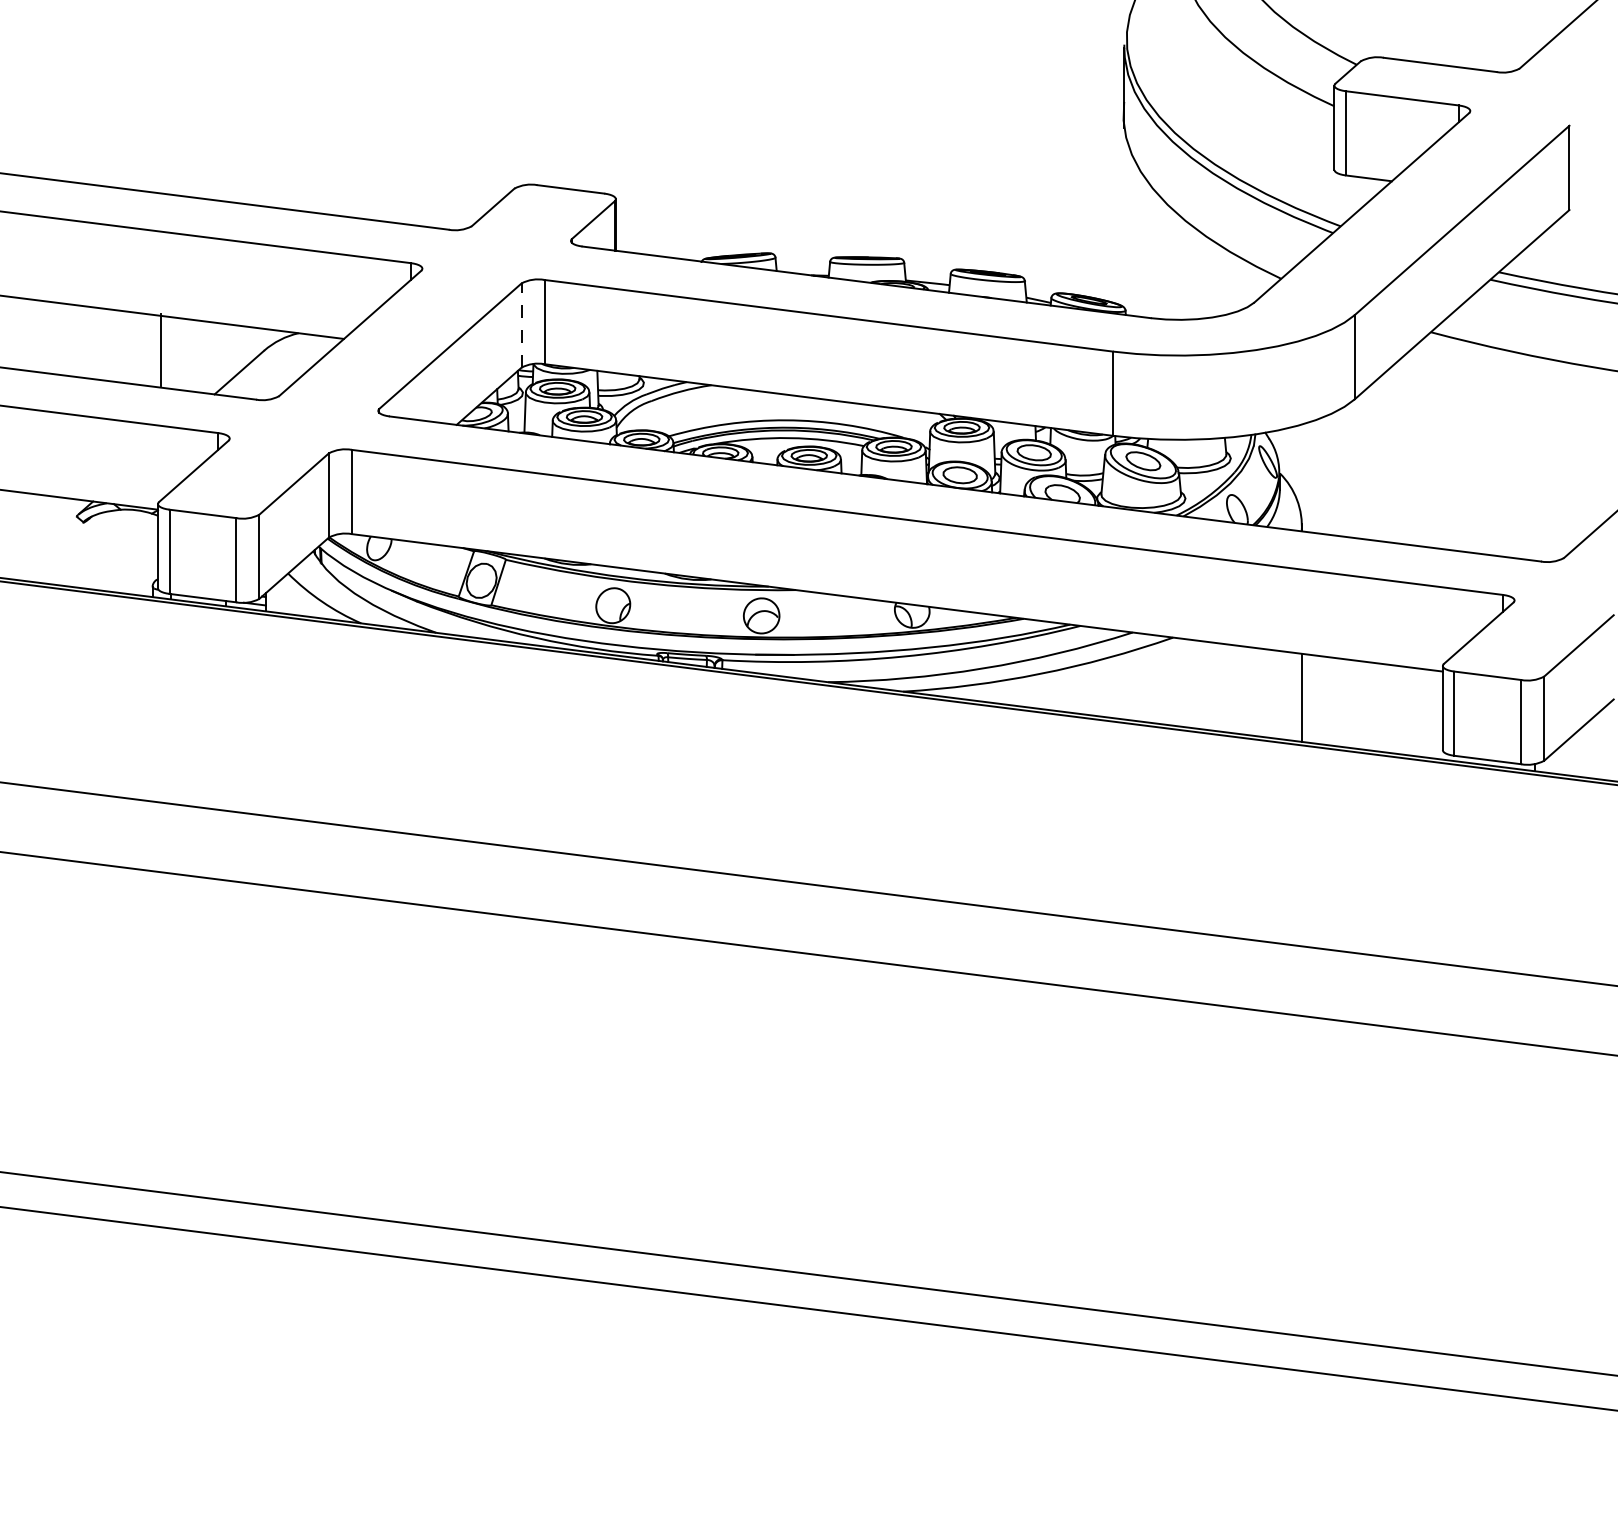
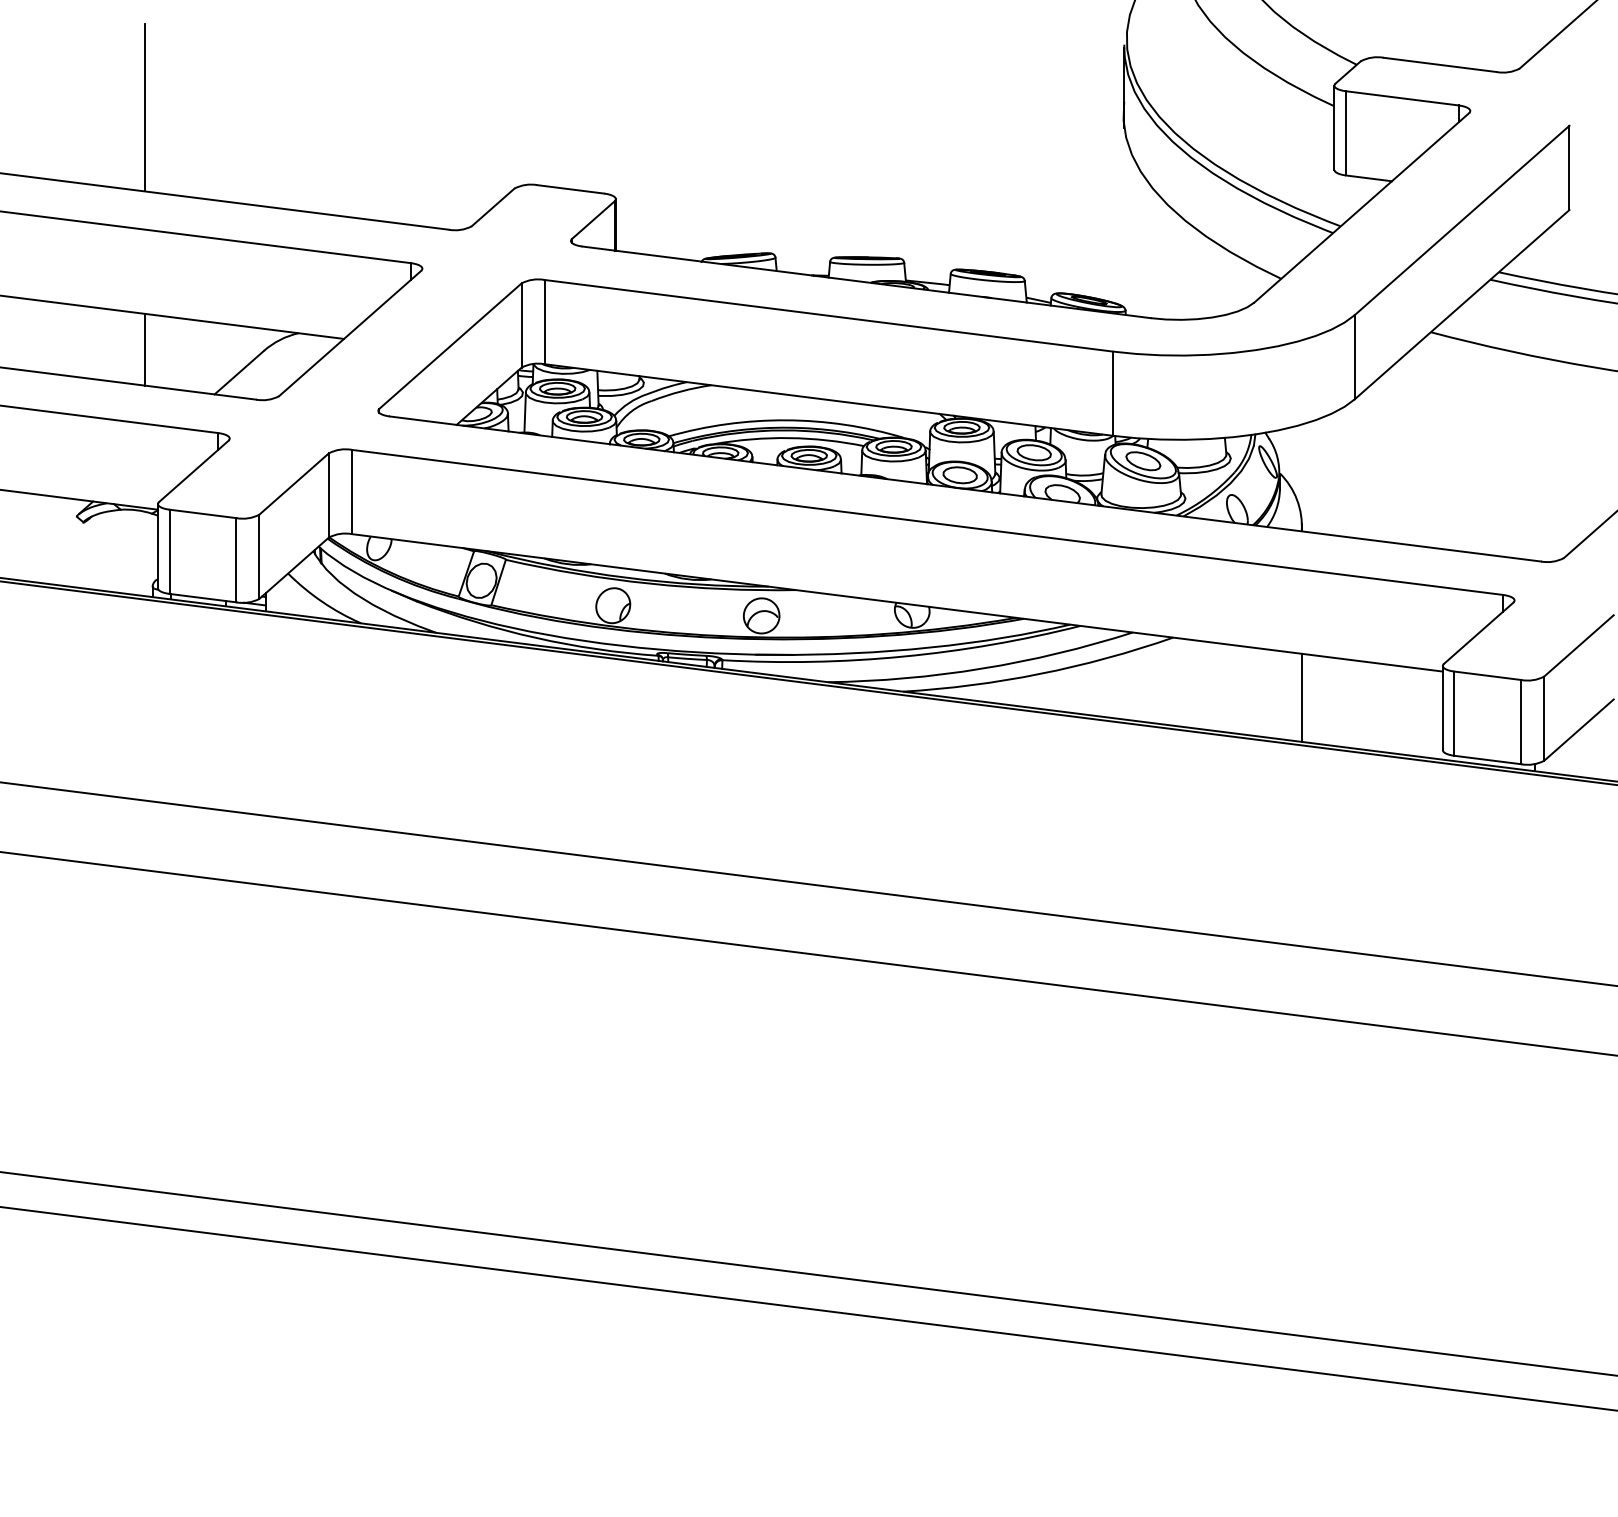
line at (145, 107): none -> present
line at (521, 325): dashed -> solid
line at (161, 349) position: (161, 349) -> (145, 349)
